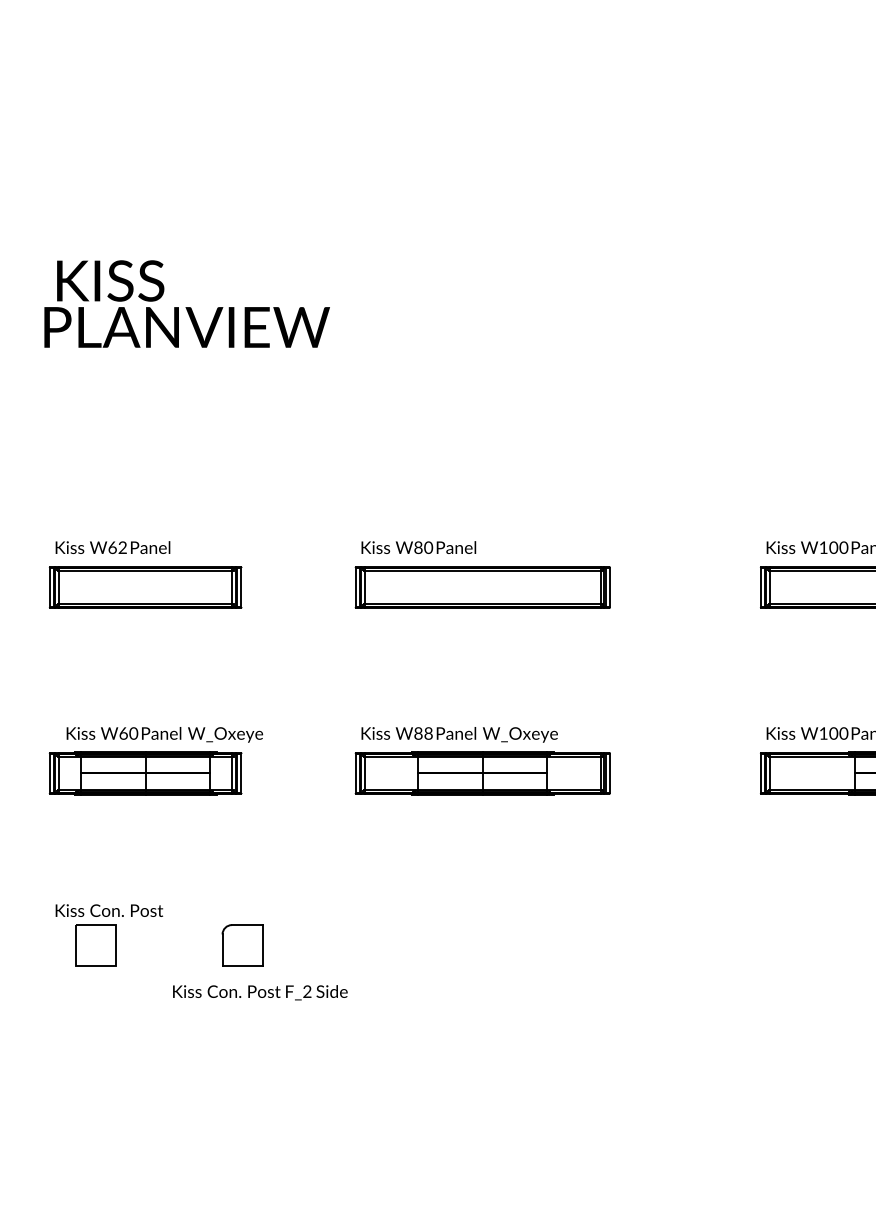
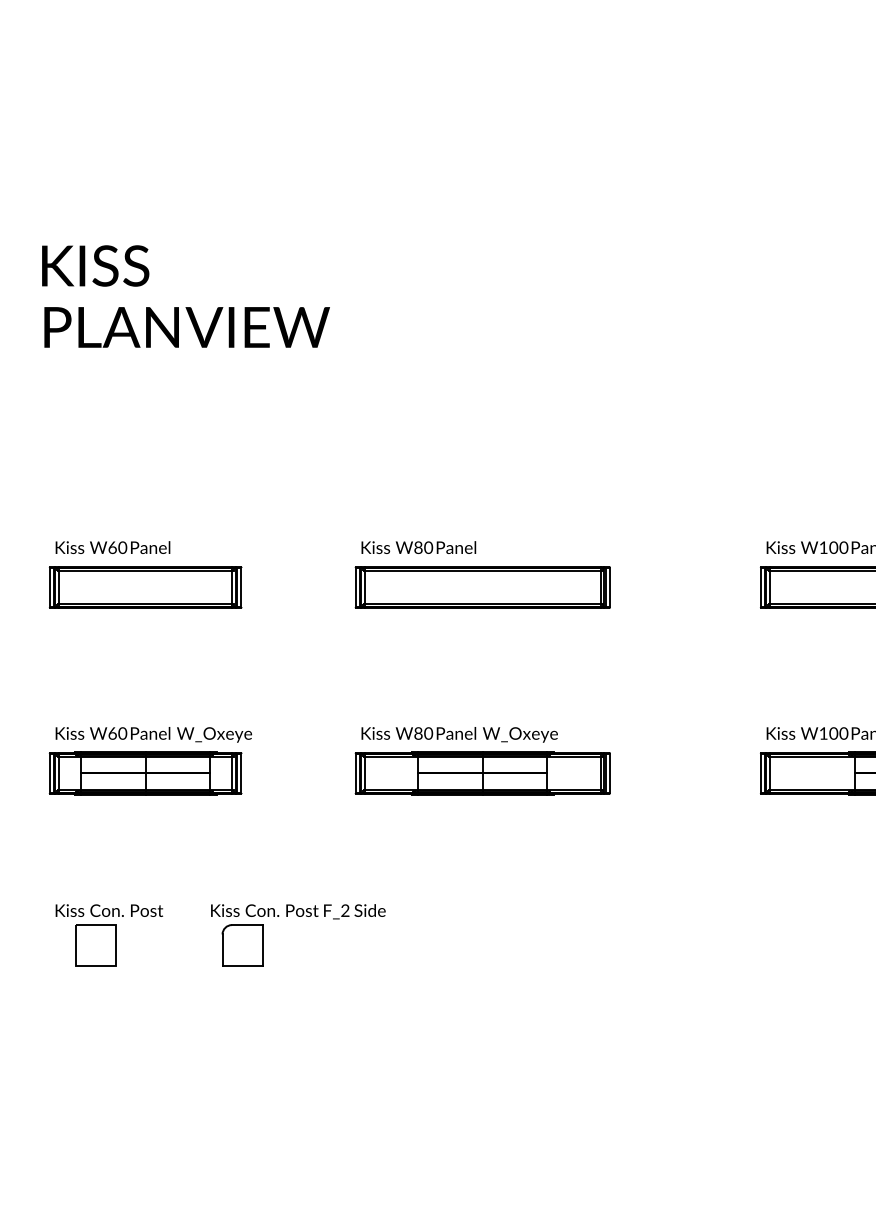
text at (110, 280) position: (110, 280) -> (95, 265)
text at (122, 547): W62 -> W60
text at (428, 733): W88 -> W80
text at (164, 734) position: (164, 734) -> (153, 734)
text at (260, 992) position: (260, 992) -> (298, 911)
